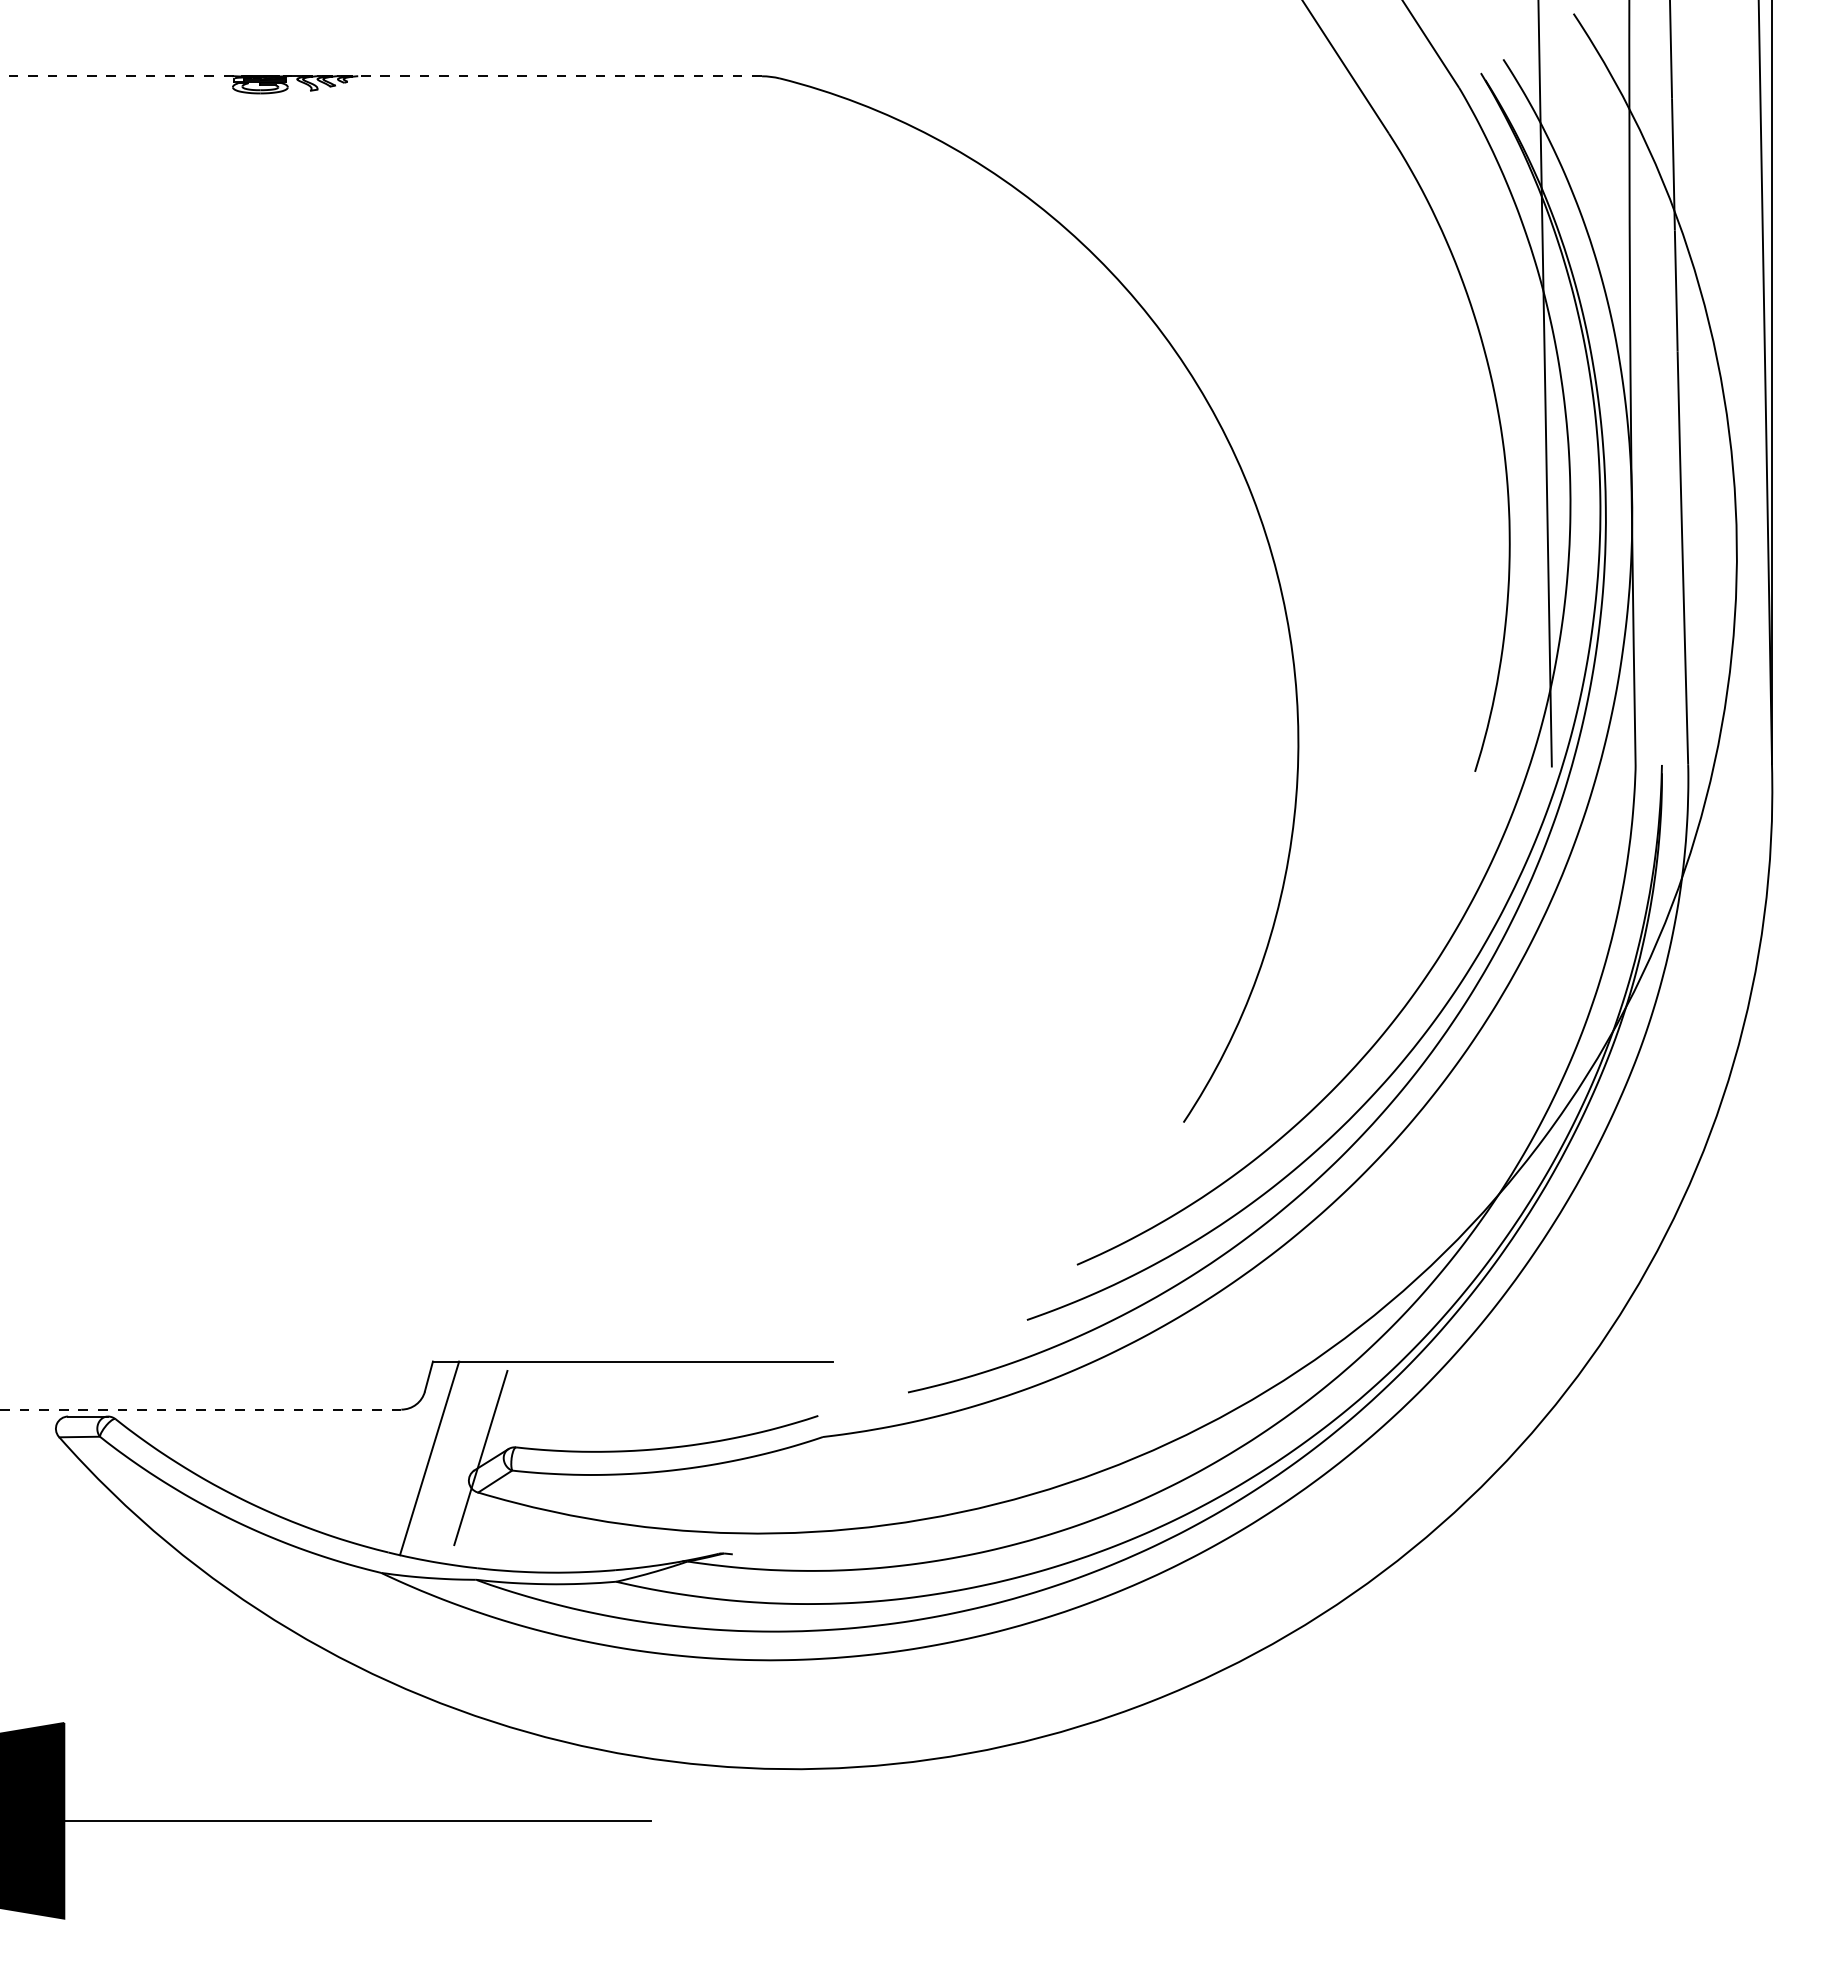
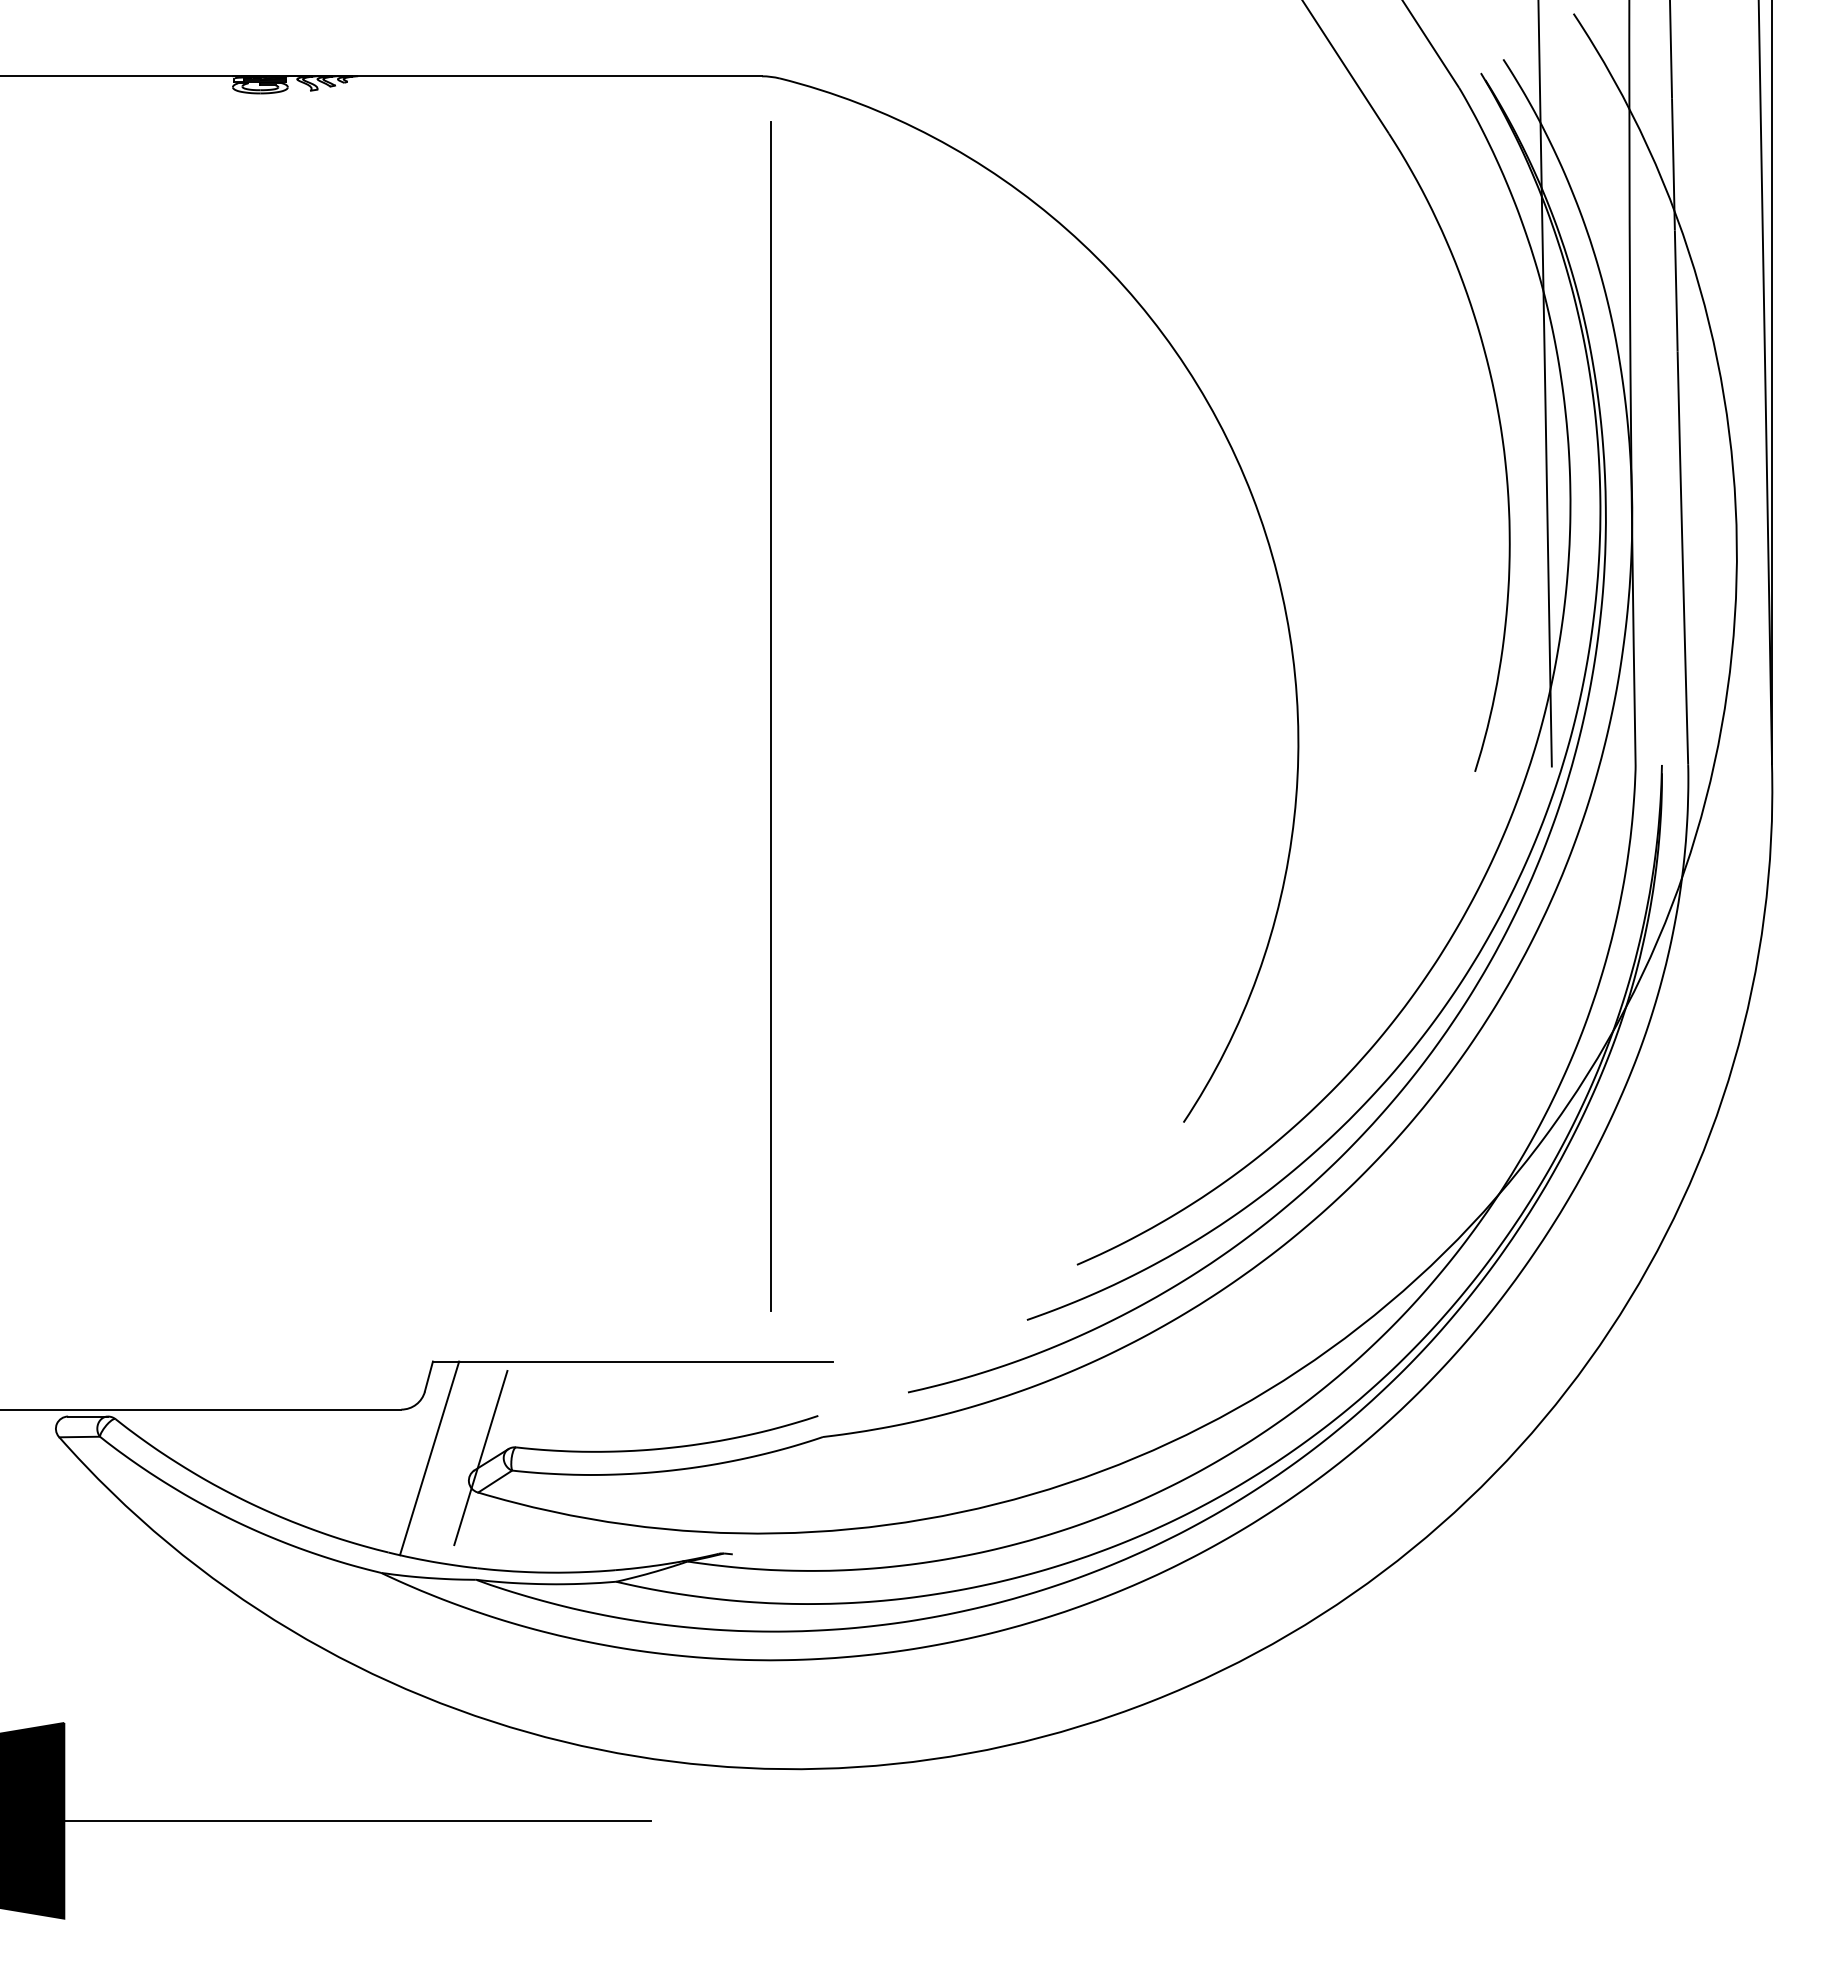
line at (381, 76): dashed -> solid
line at (770, 715): none -> present
line at (200, 1409): dashed -> solid
